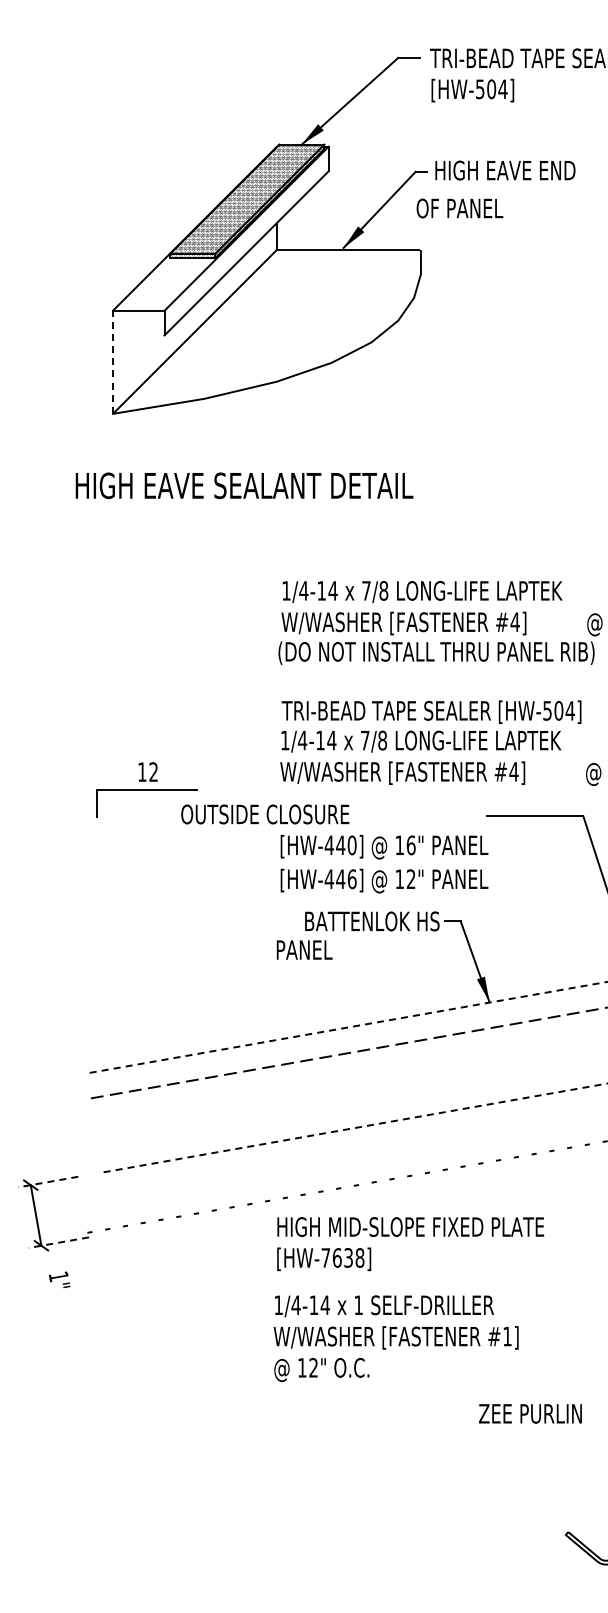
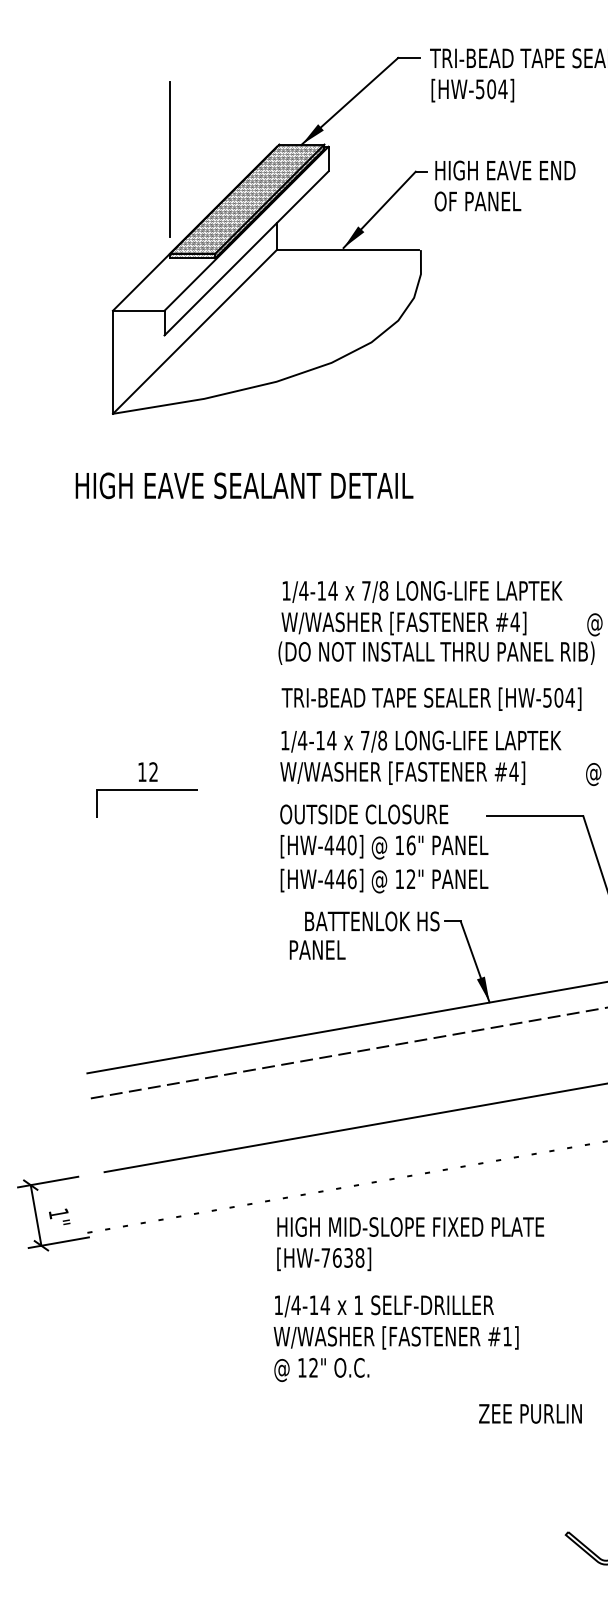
line at (169, 159): none -> present
text at (459, 208) position: (459, 208) -> (477, 201)
line at (113, 362): dashed -> solid
text at (431, 711) position: (431, 711) -> (431, 698)
text at (265, 814) position: (265, 814) -> (364, 814)
text at (304, 949) position: (304, 949) -> (317, 949)
line at (599, 983): dashed -> solid
line at (48, 1182): dashed -> solid
line at (58, 1242): dashed -> solid
text at (59, 1279) position: (59, 1279) -> (59, 1216)
